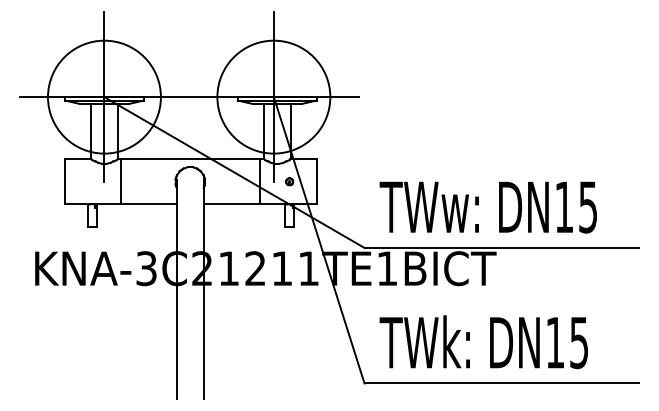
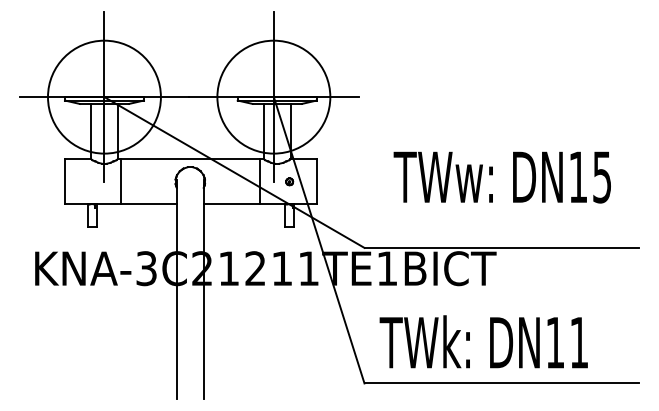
text at (487, 207) position: (487, 207) -> (501, 177)
text at (578, 343): DN15 -> DN11
